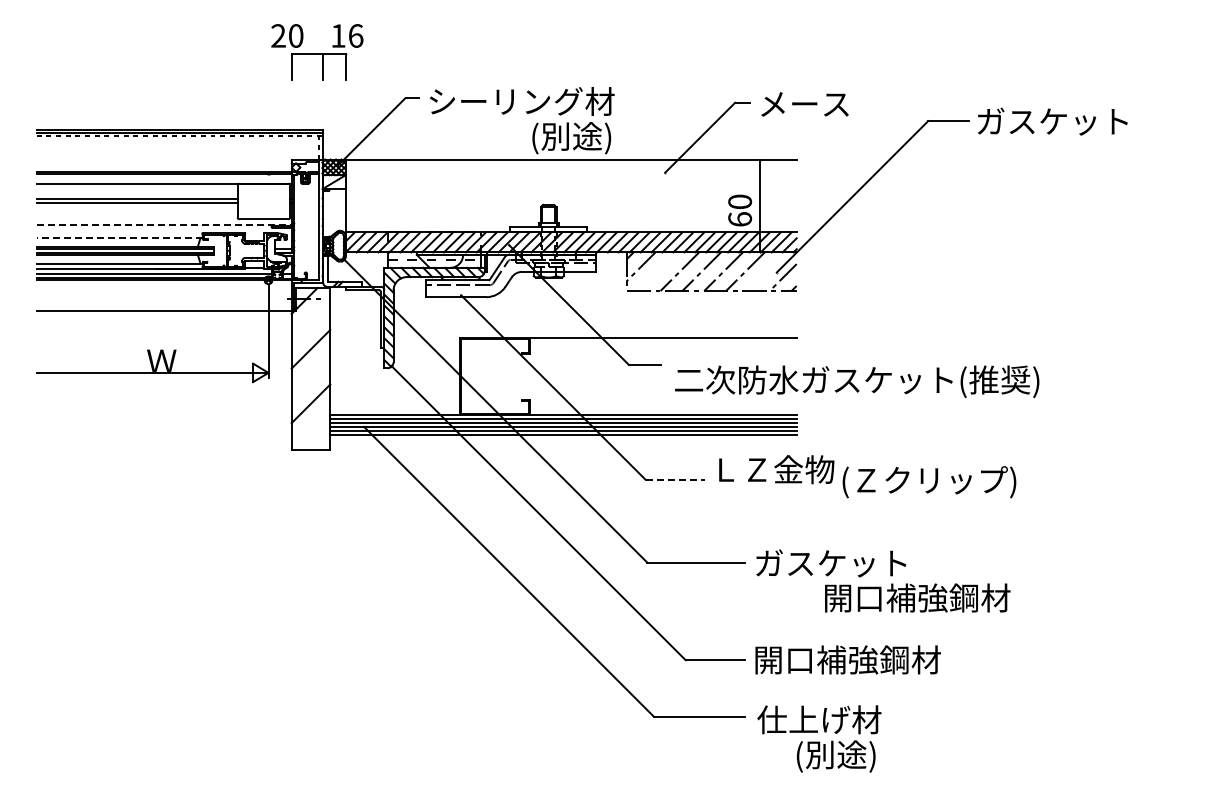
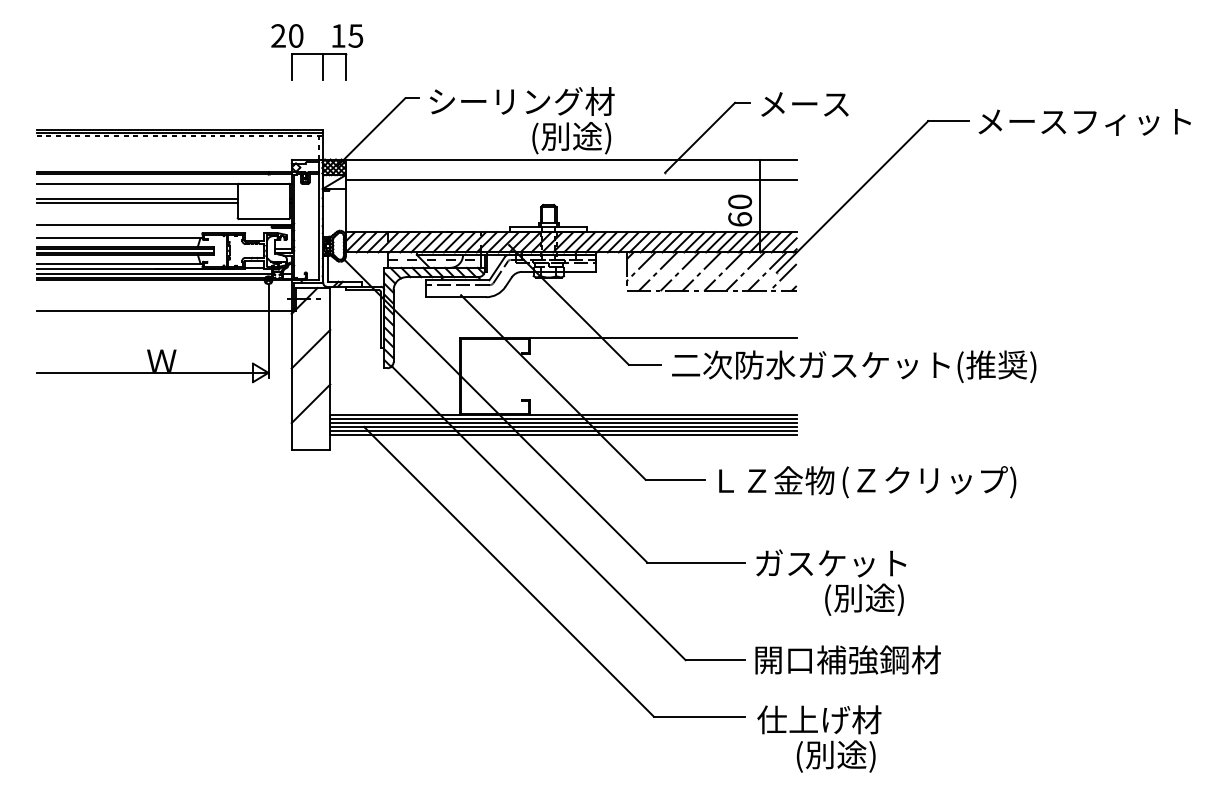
text at (355, 35): 16 -> 15
text at (1083, 121): ガスケット -> メースフィット
line at (570, 179): none -> present
line at (164, 224): dashed -> solid
line at (119, 237): dashed -> solid
line at (657, 271): none -> present
line at (766, 271): none -> present
text at (857, 381) position: (857, 381) -> (854, 366)
text at (776, 469) position: (776, 469) -> (776, 480)
line at (675, 479): dashed -> solid
text at (917, 599): 開口補強鋼材 -> (別途)
